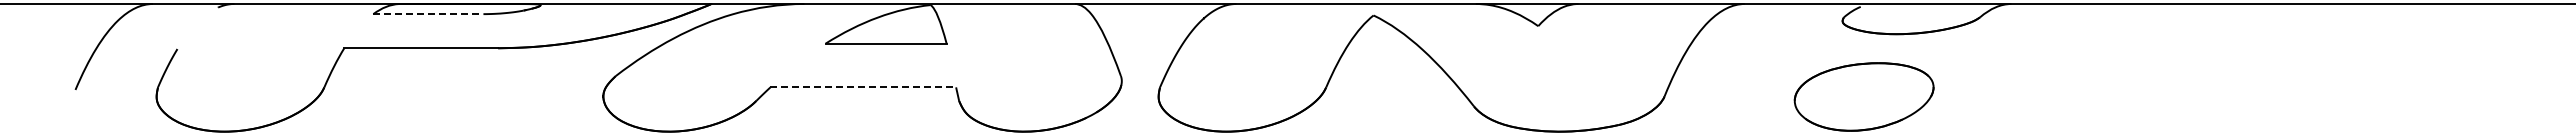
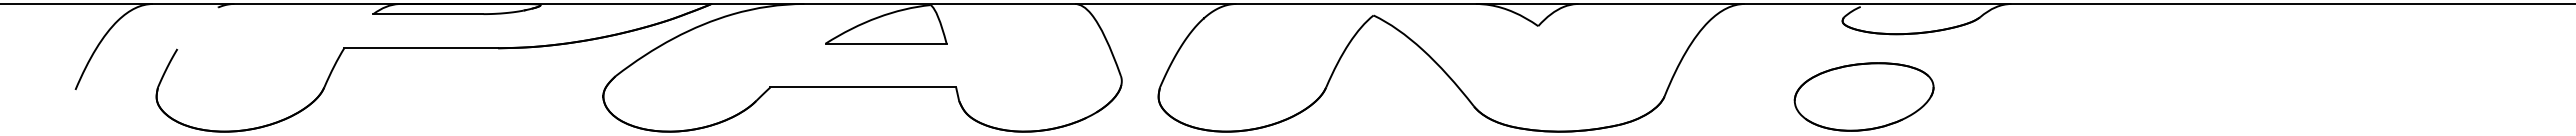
line at (428, 14): dashed -> solid
line at (863, 87): dashed -> solid
